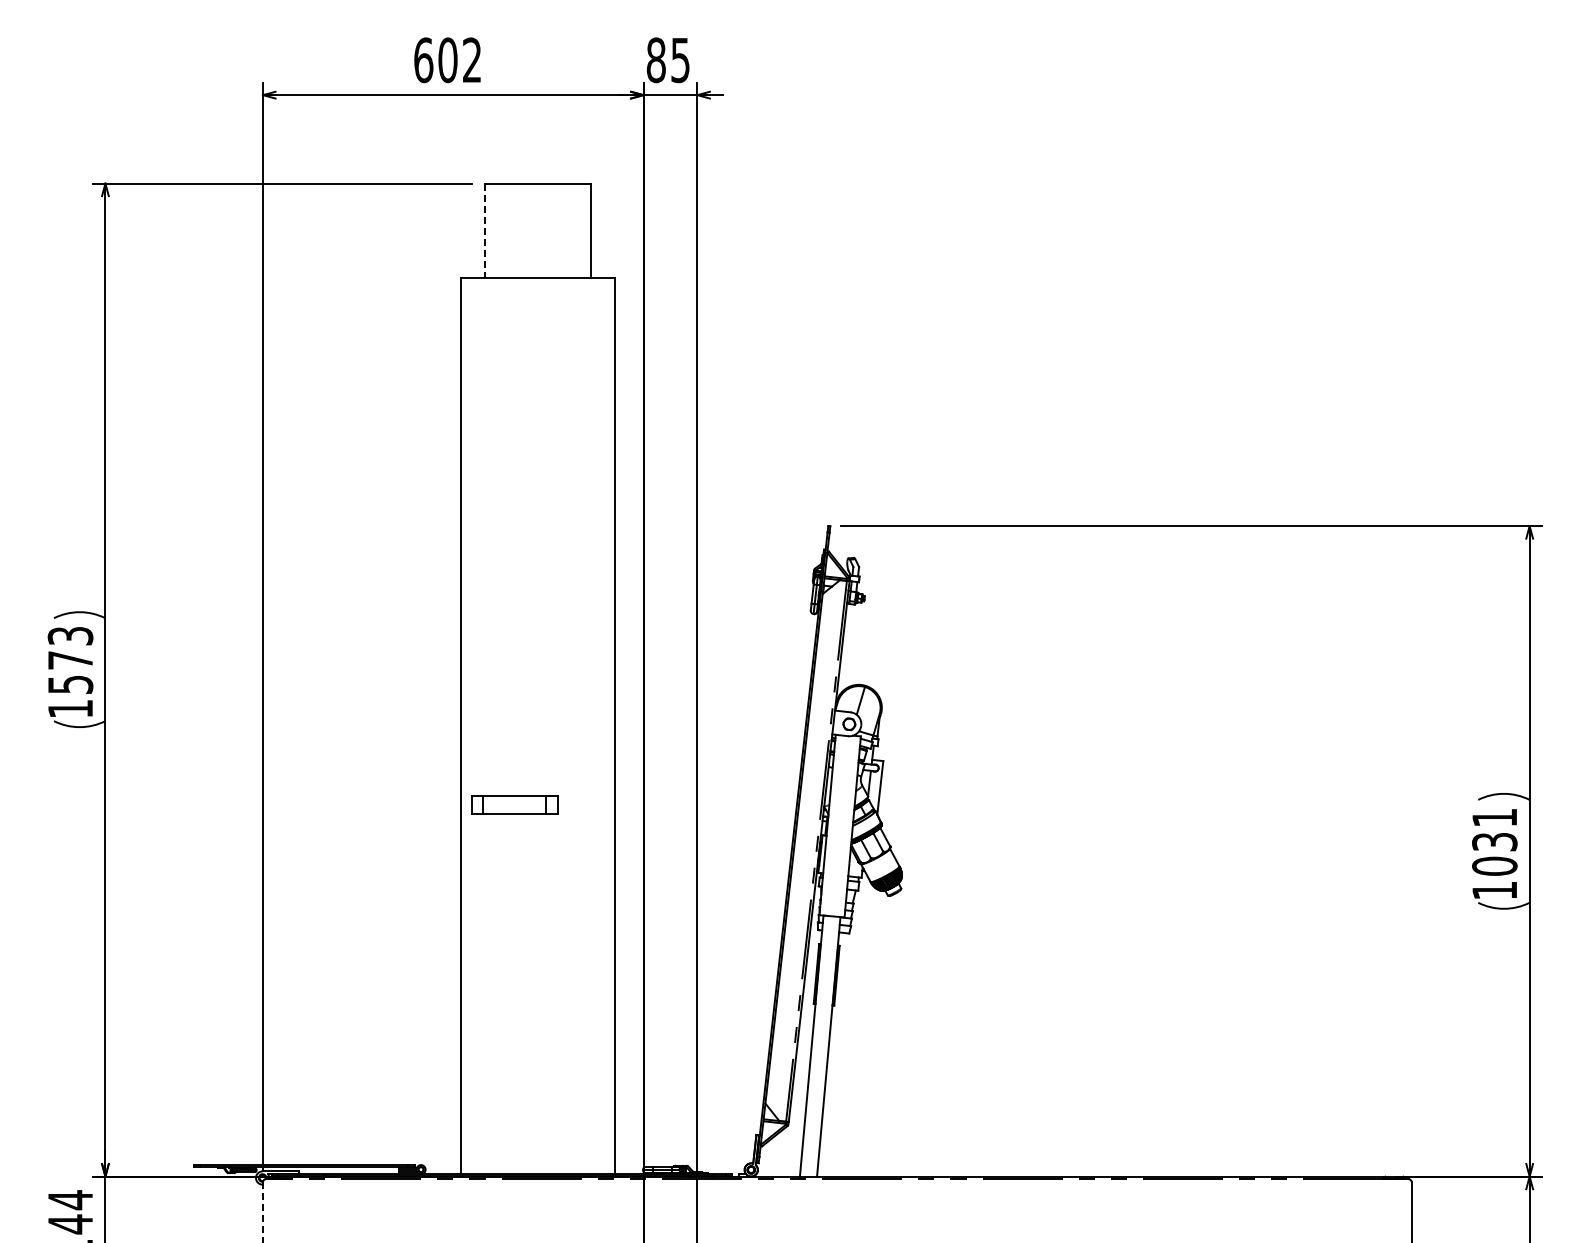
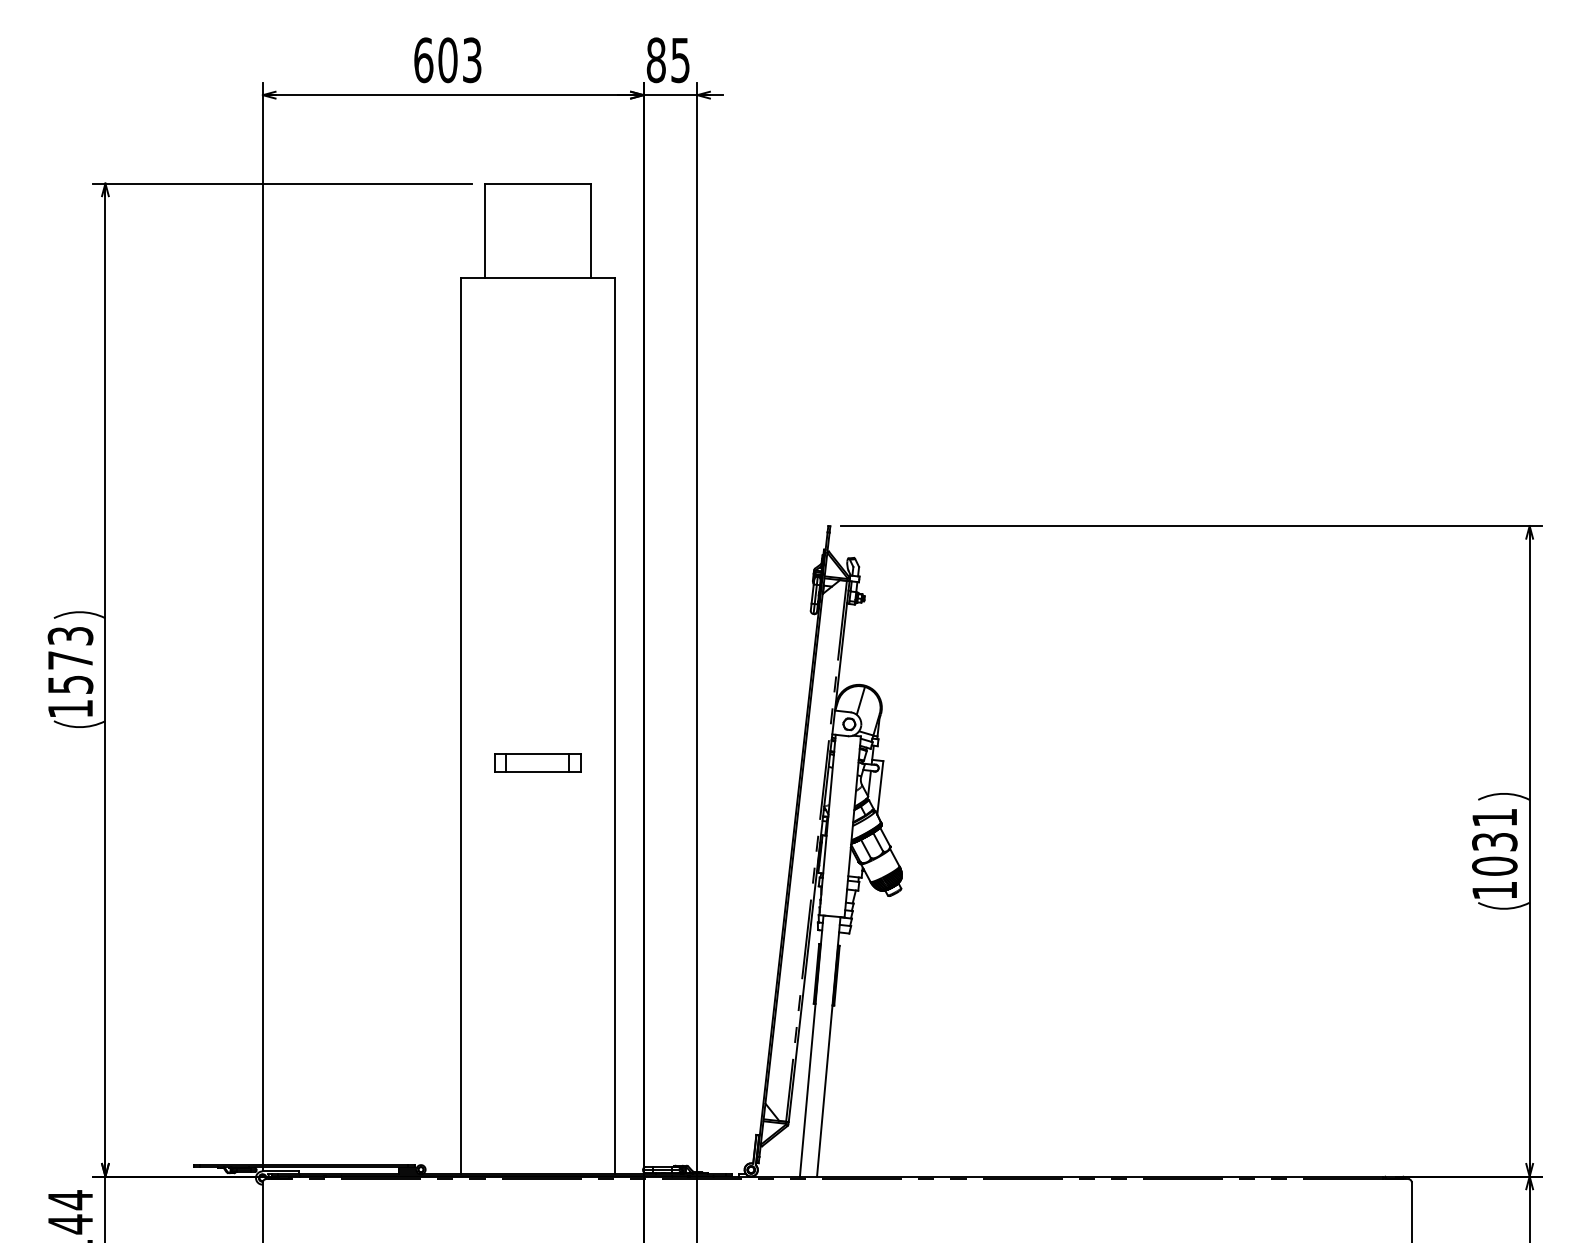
text at (472, 60): 602 -> 603
line at (484, 231): dashed -> solid
part at (514, 804) position: (514, 804) -> (537, 762)
line at (262, 1212): dashed -> solid
